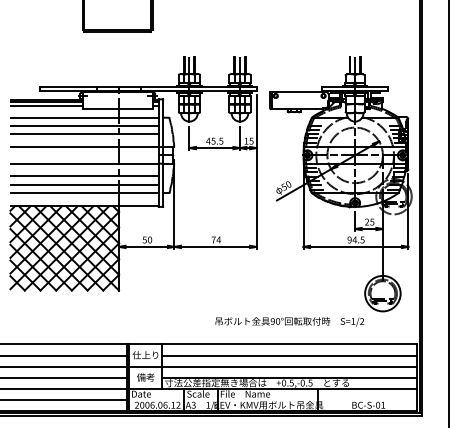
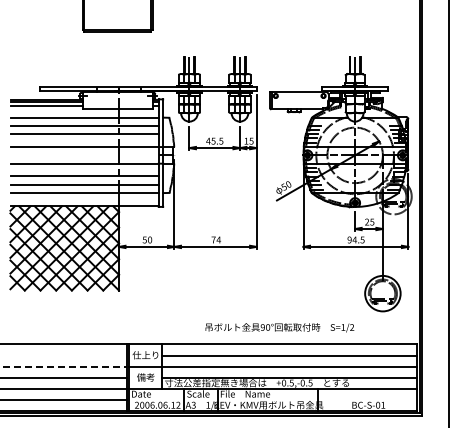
text at (289, 321) position: (289, 321) -> (279, 327)
line at (64, 355): present -> none
line at (63, 366): solid -> dashed
